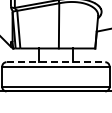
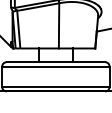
line at (56, 62): dashed -> solid
